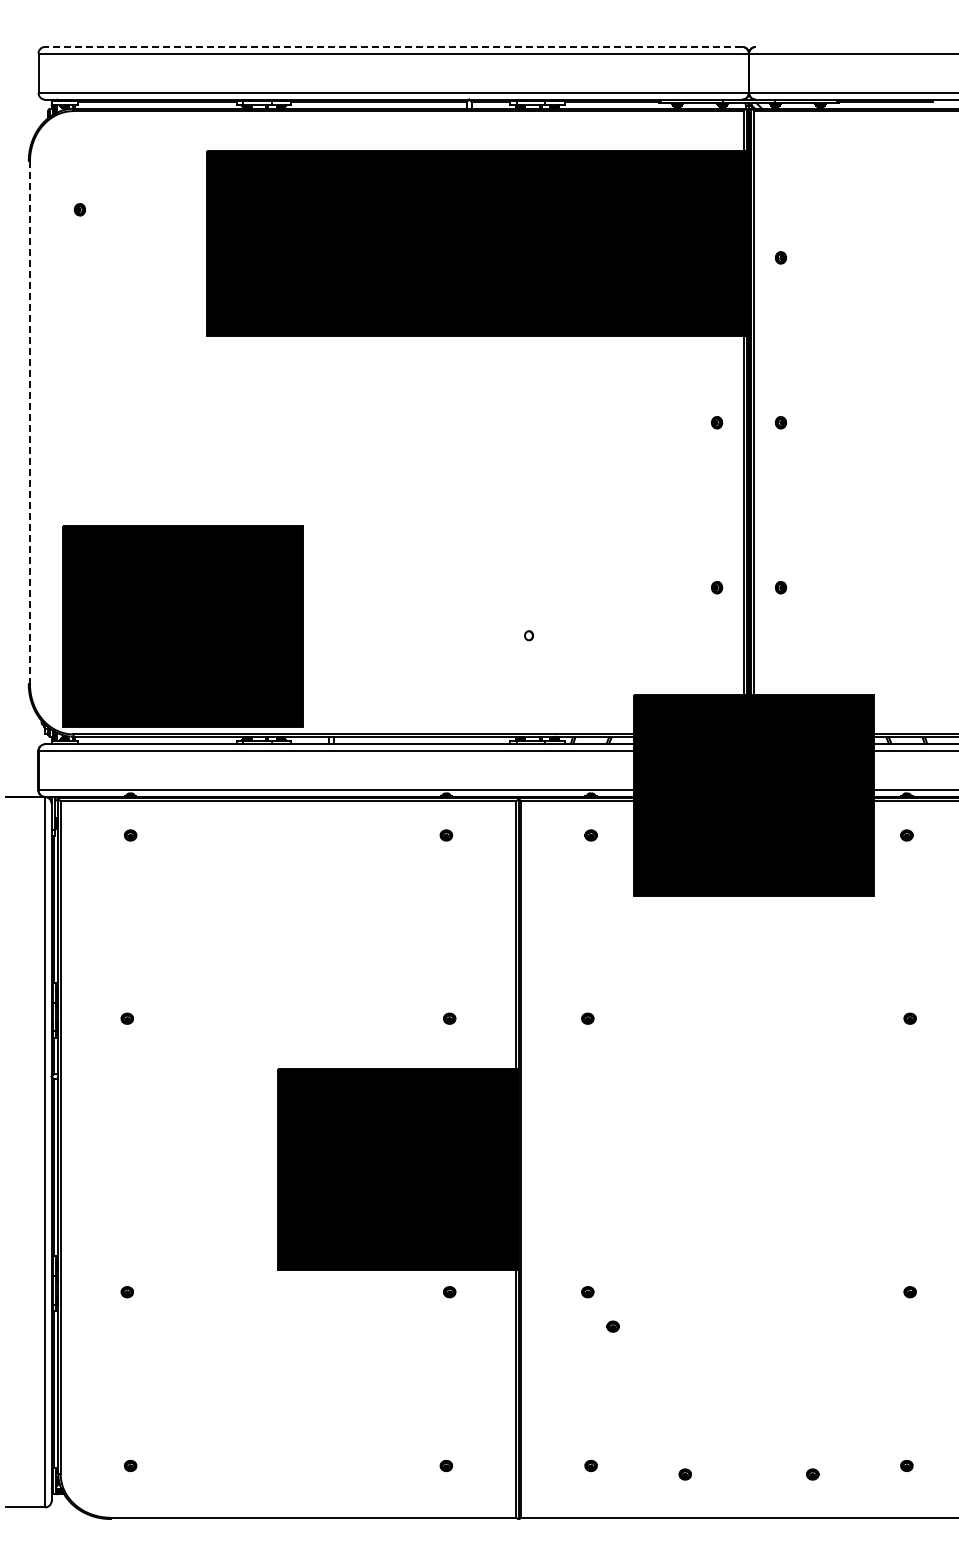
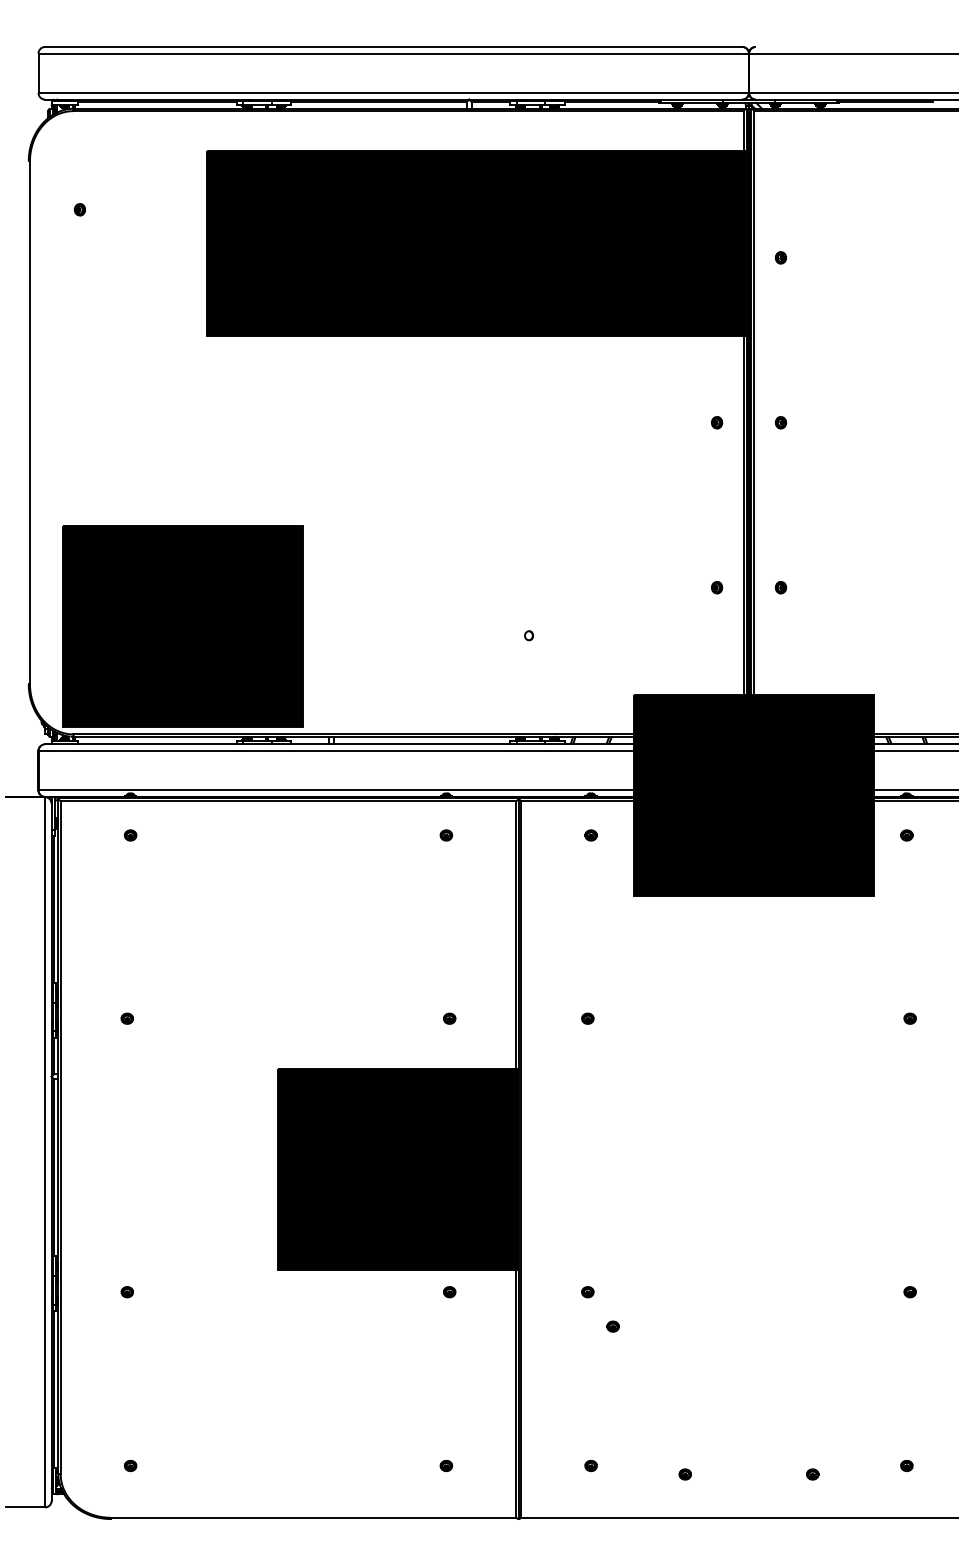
line at (393, 46): dashed -> solid
line at (30, 422): dashed -> solid
